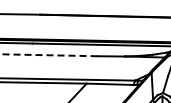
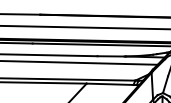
line at (84, 27): none -> present
line at (48, 55): dashed -> solid
line at (79, 62): none -> present
